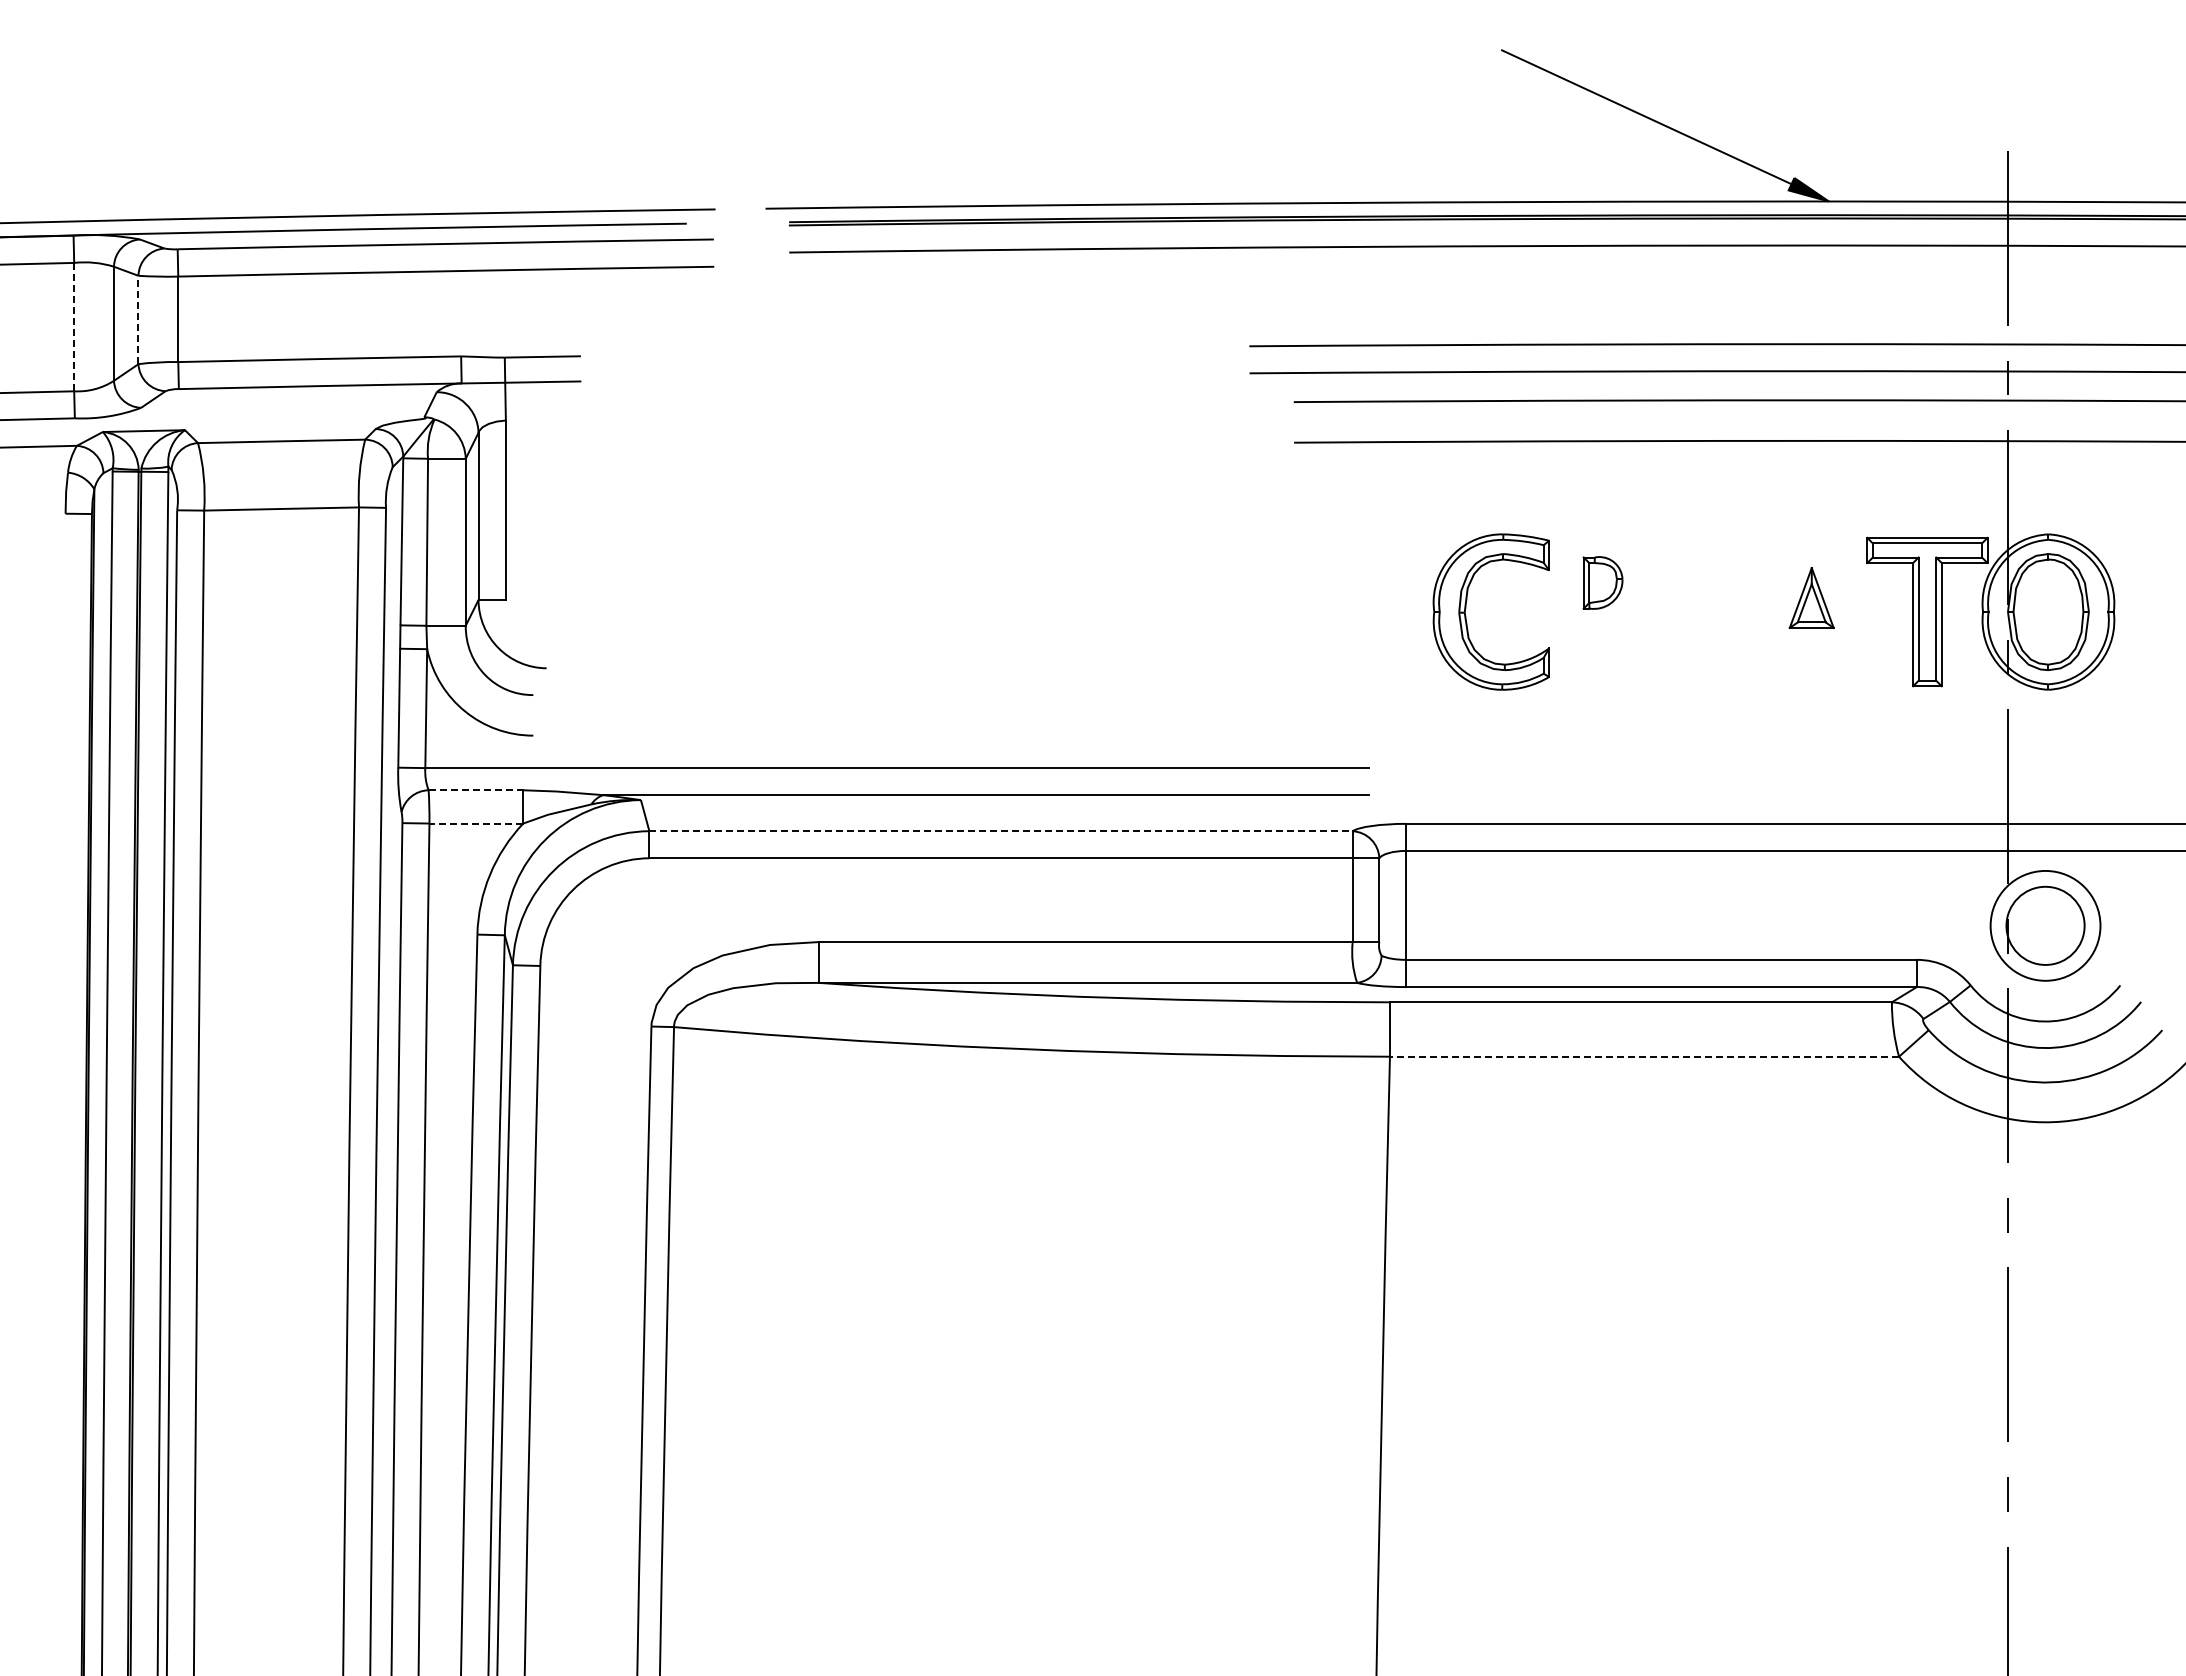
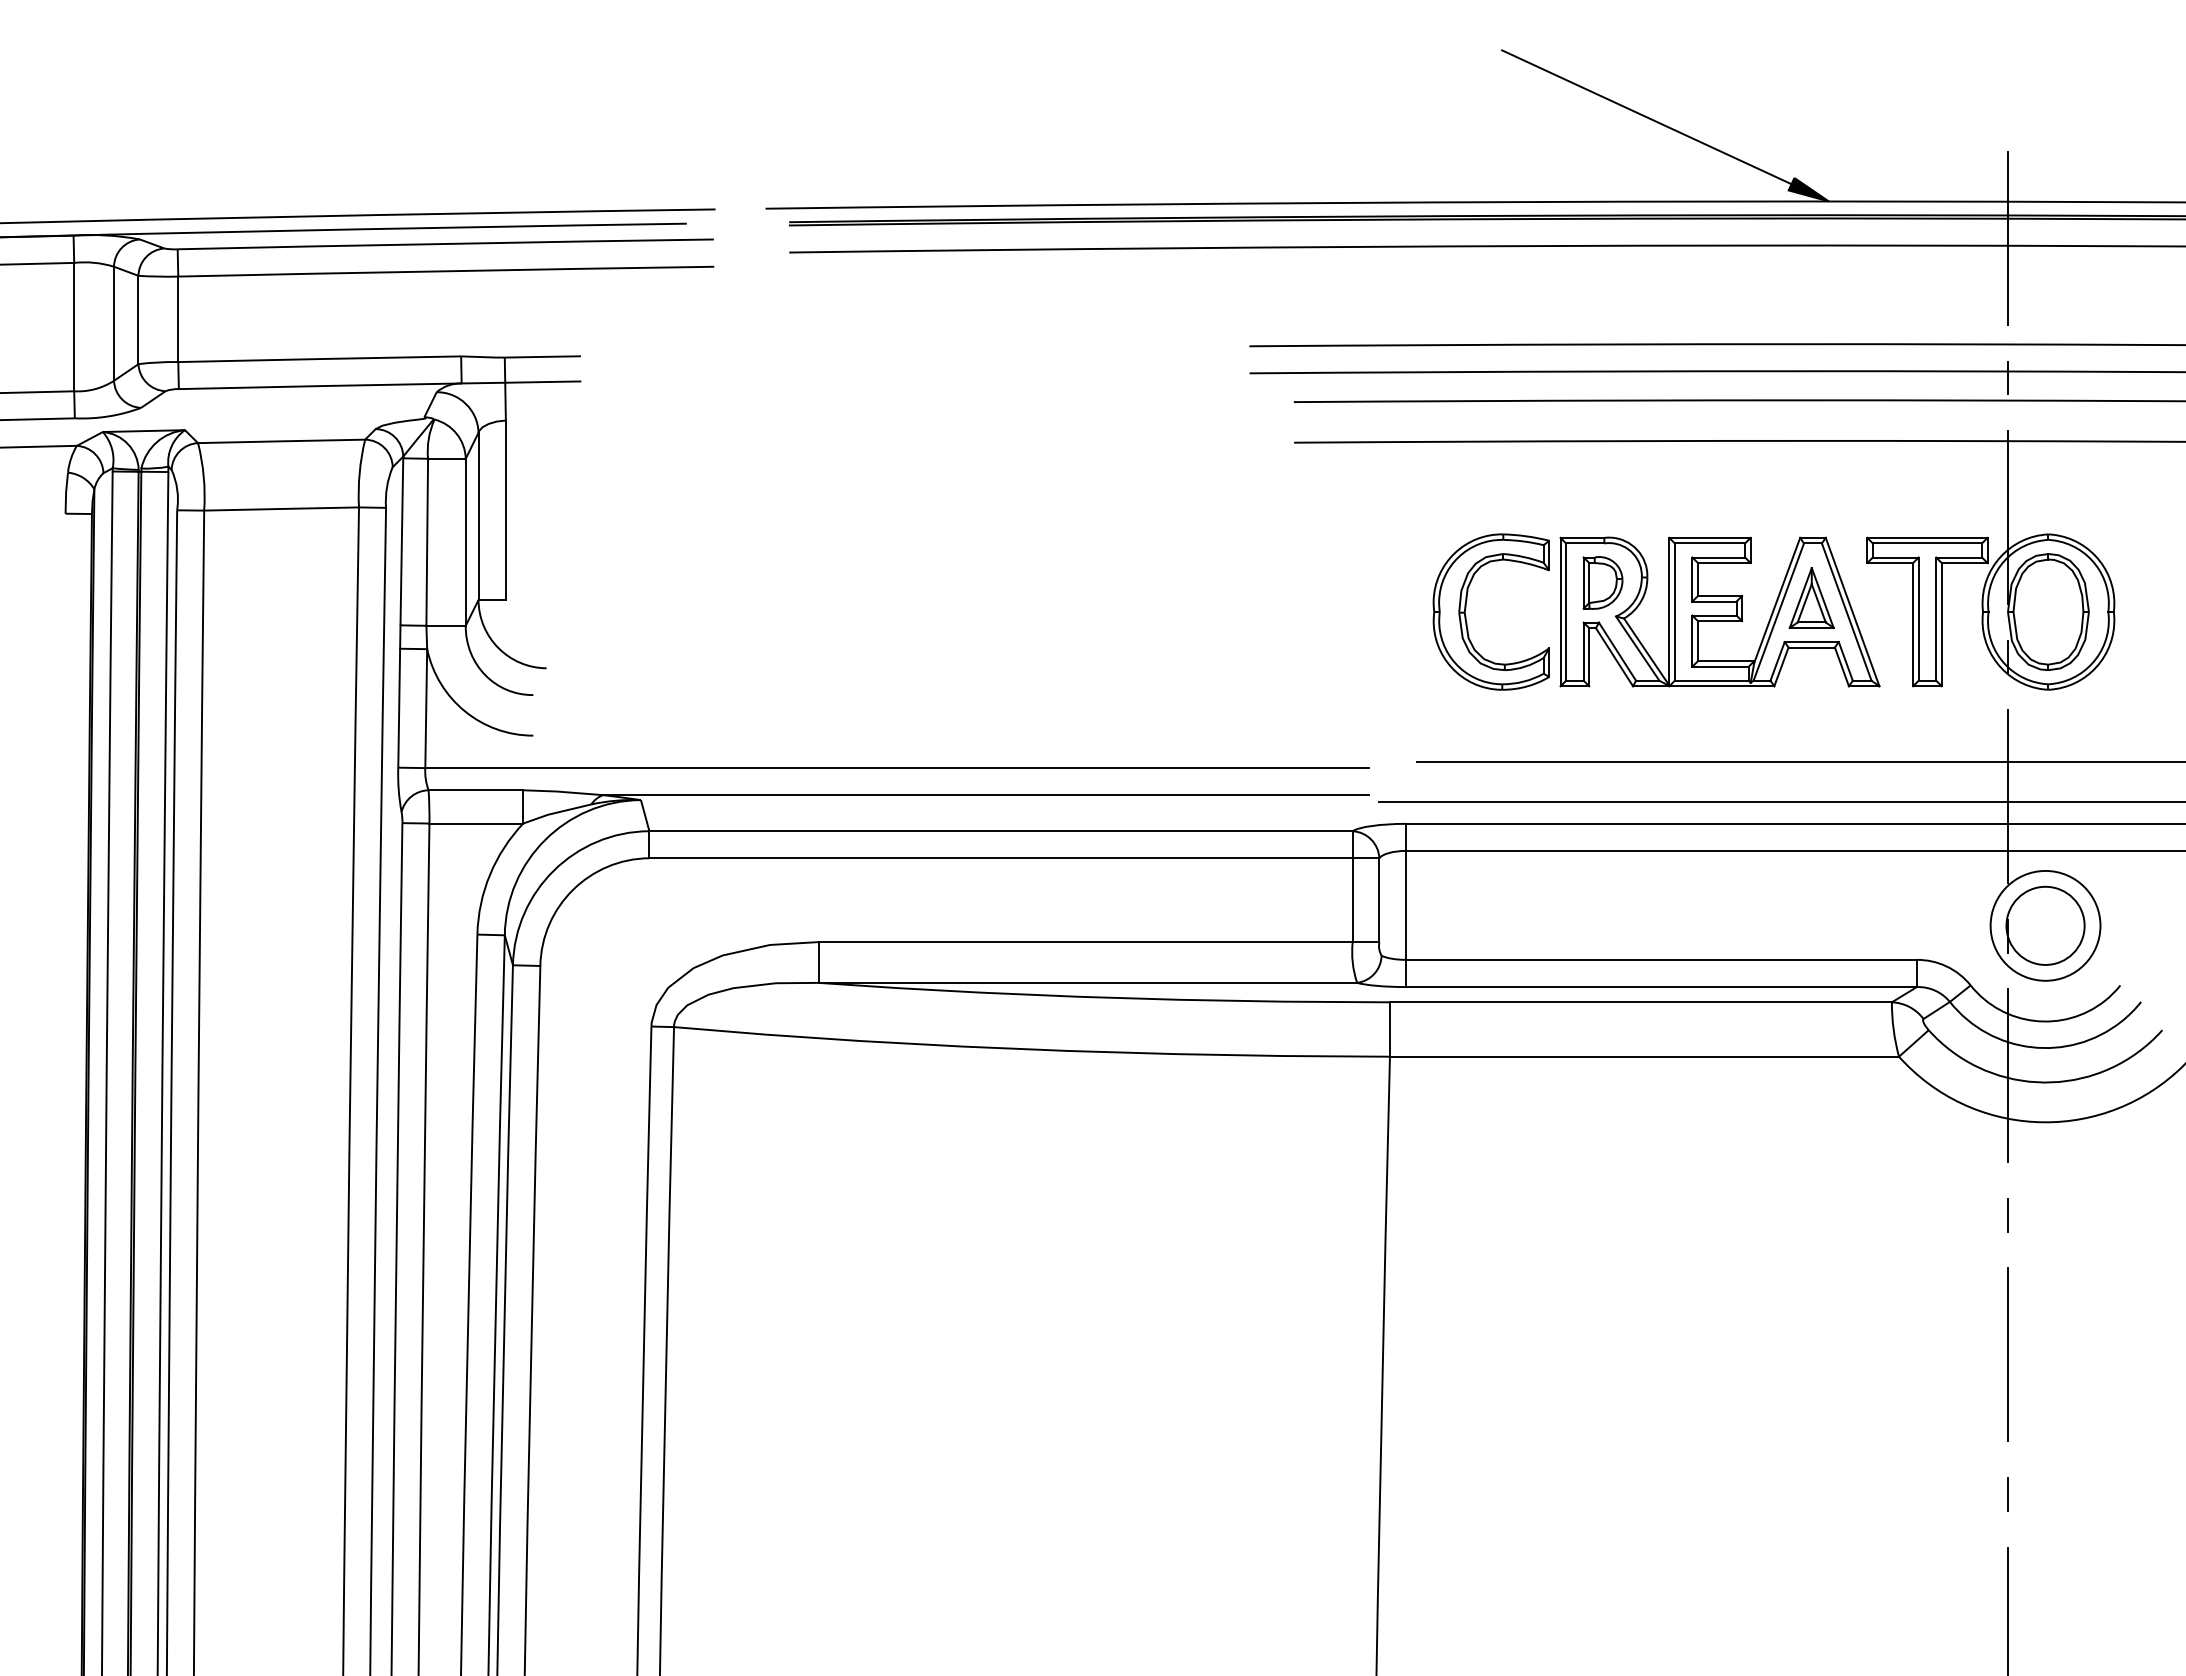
line at (138, 319): dashed -> solid
line at (74, 326): dashed -> solid
part at (1719, 611): none -> present
line at (1799, 761): none -> present
line at (476, 790): dashed -> solid
line at (1780, 802): none -> present
line at (476, 823): dashed -> solid
line at (1001, 831): dashed -> solid
line at (1644, 1056): dashed -> solid
